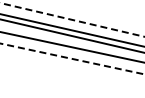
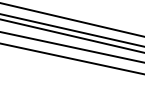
line at (72, 20): dashed -> solid
line at (72, 59): dashed -> solid
